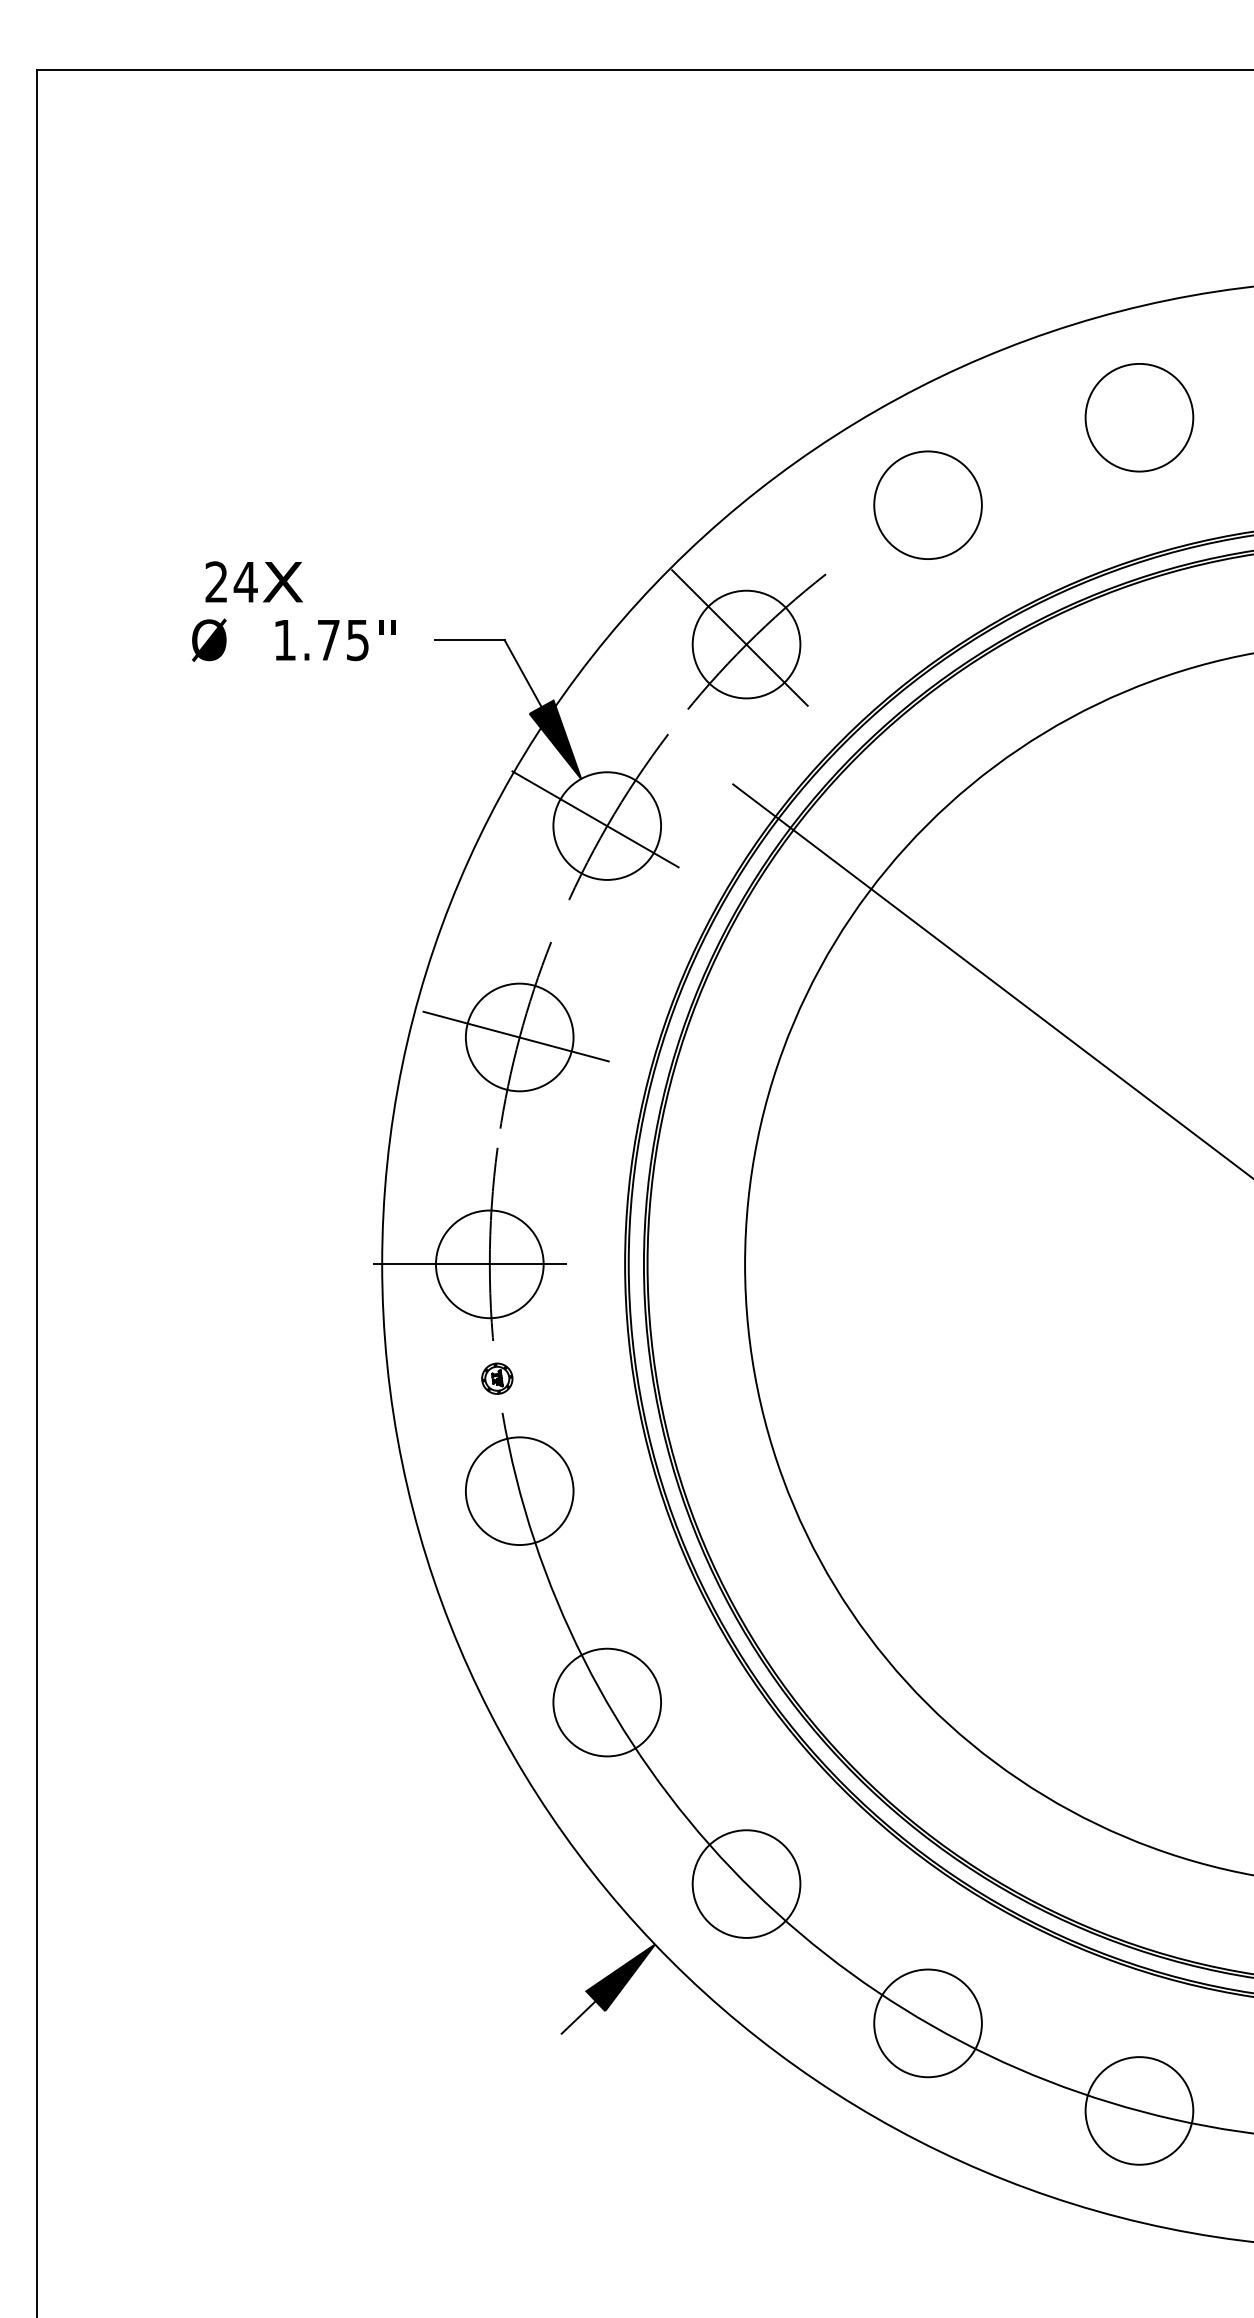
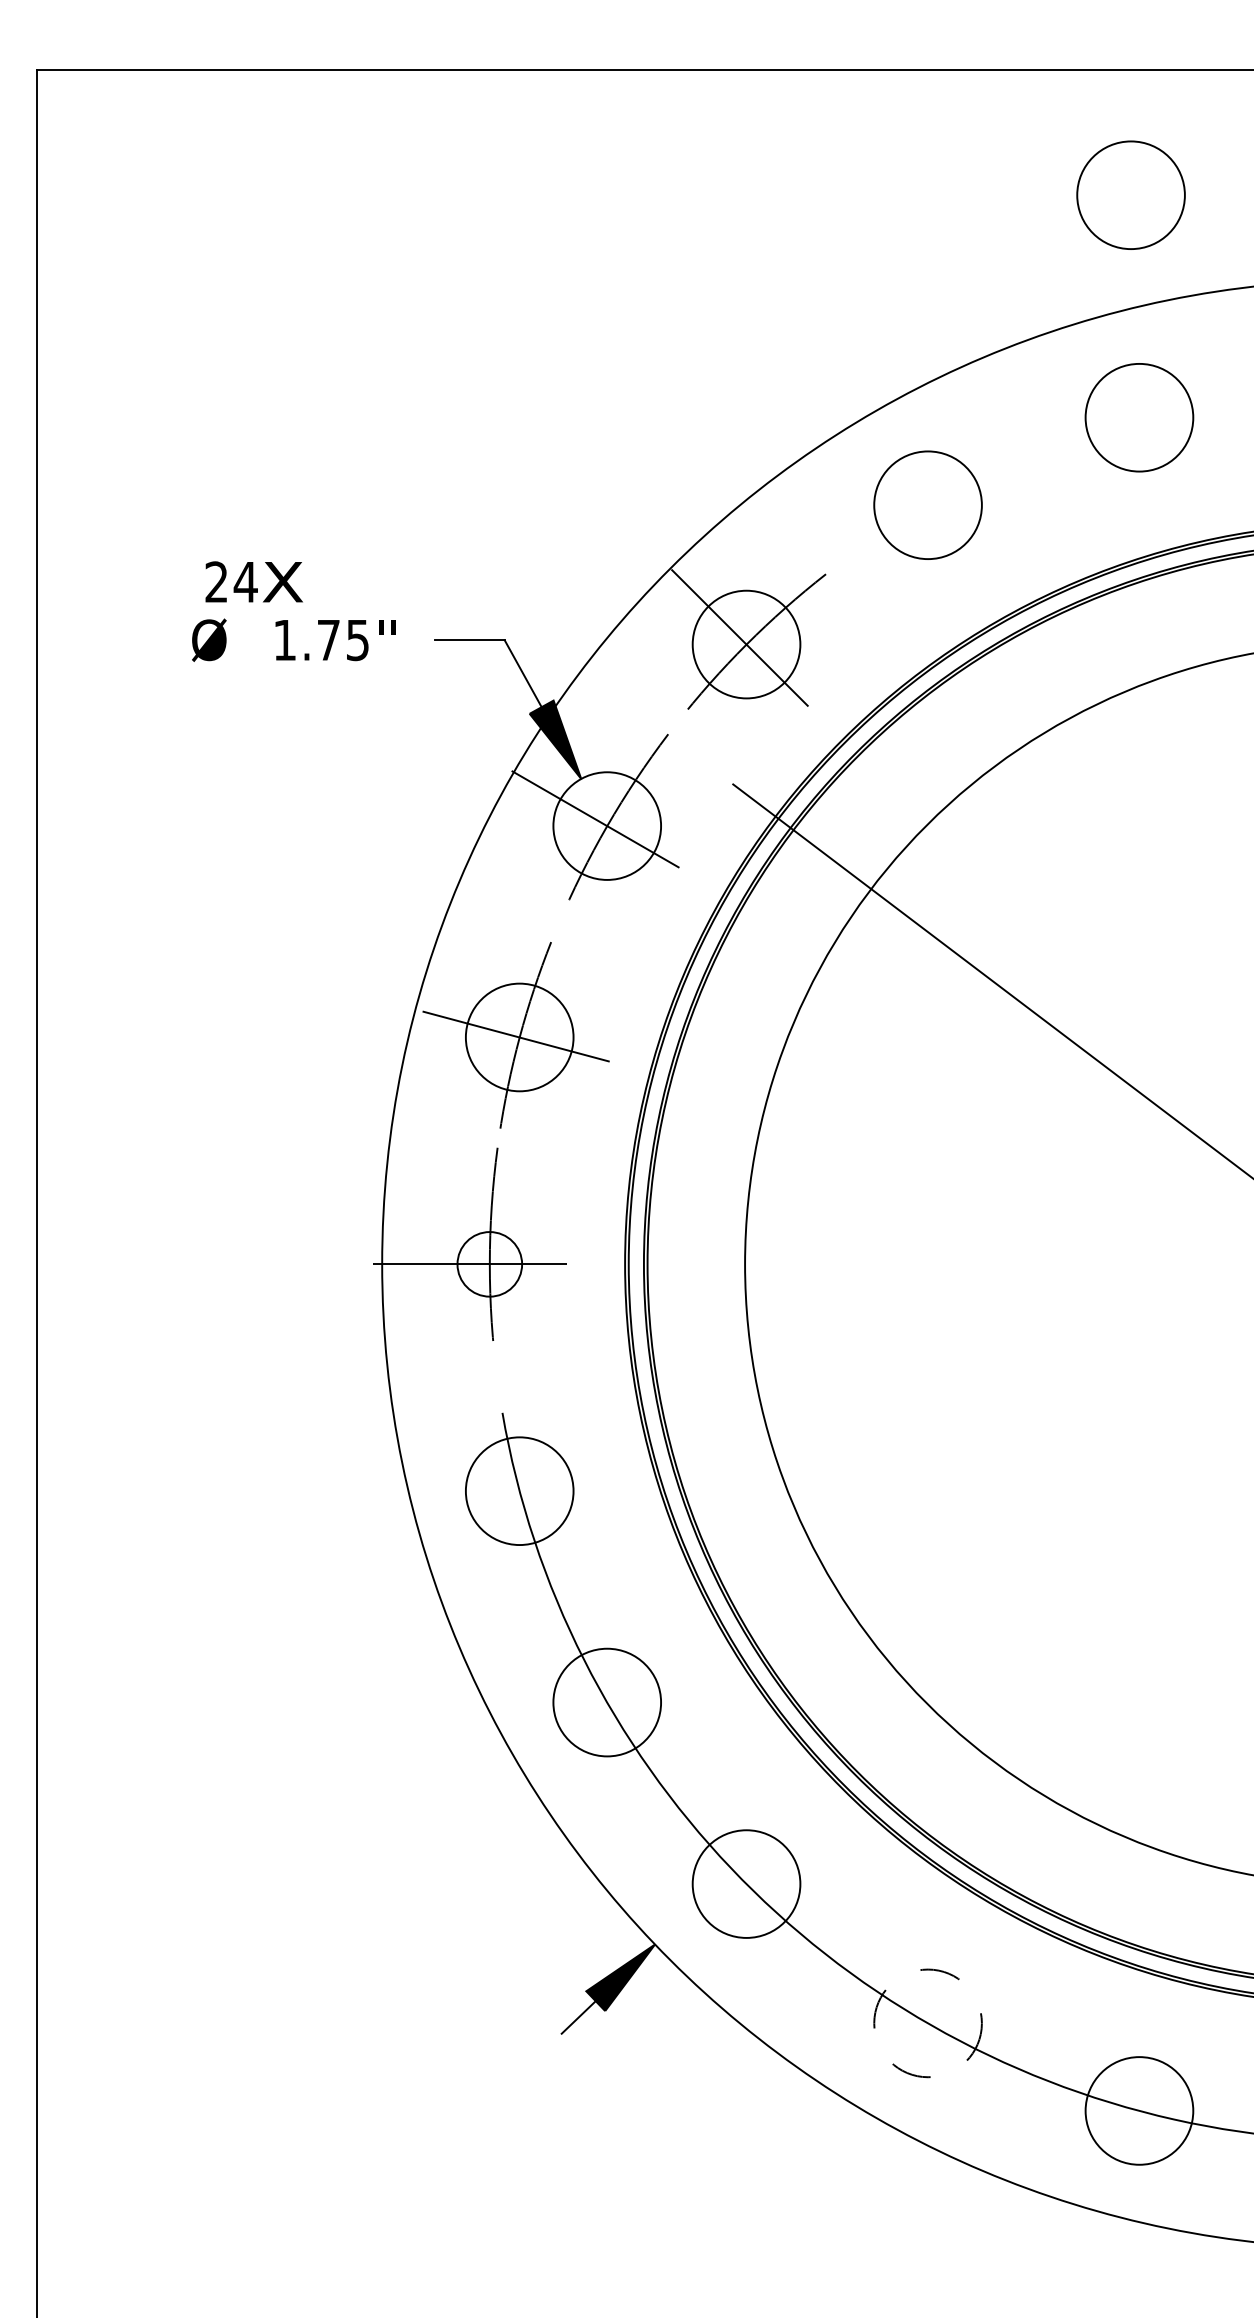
circle at (1130, 194): none -> present
circle at (489, 1264) diameter: 108 px -> 65 px
part at (497, 1378): present -> none
circle at (927, 2023): solid -> dashed
